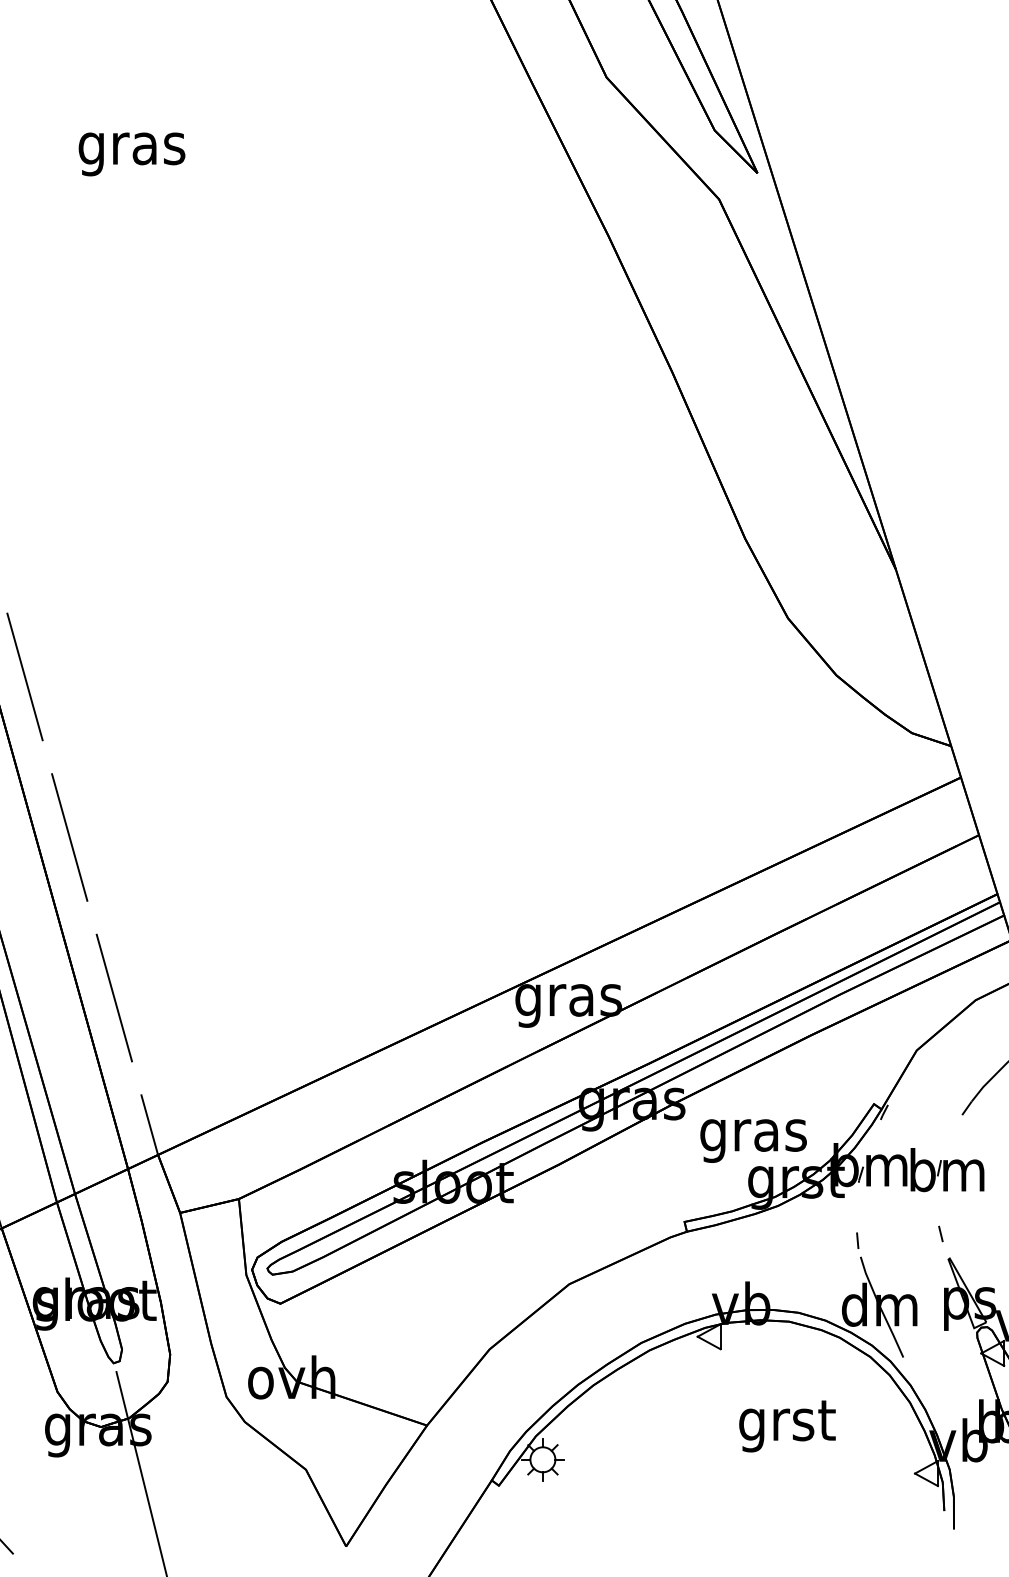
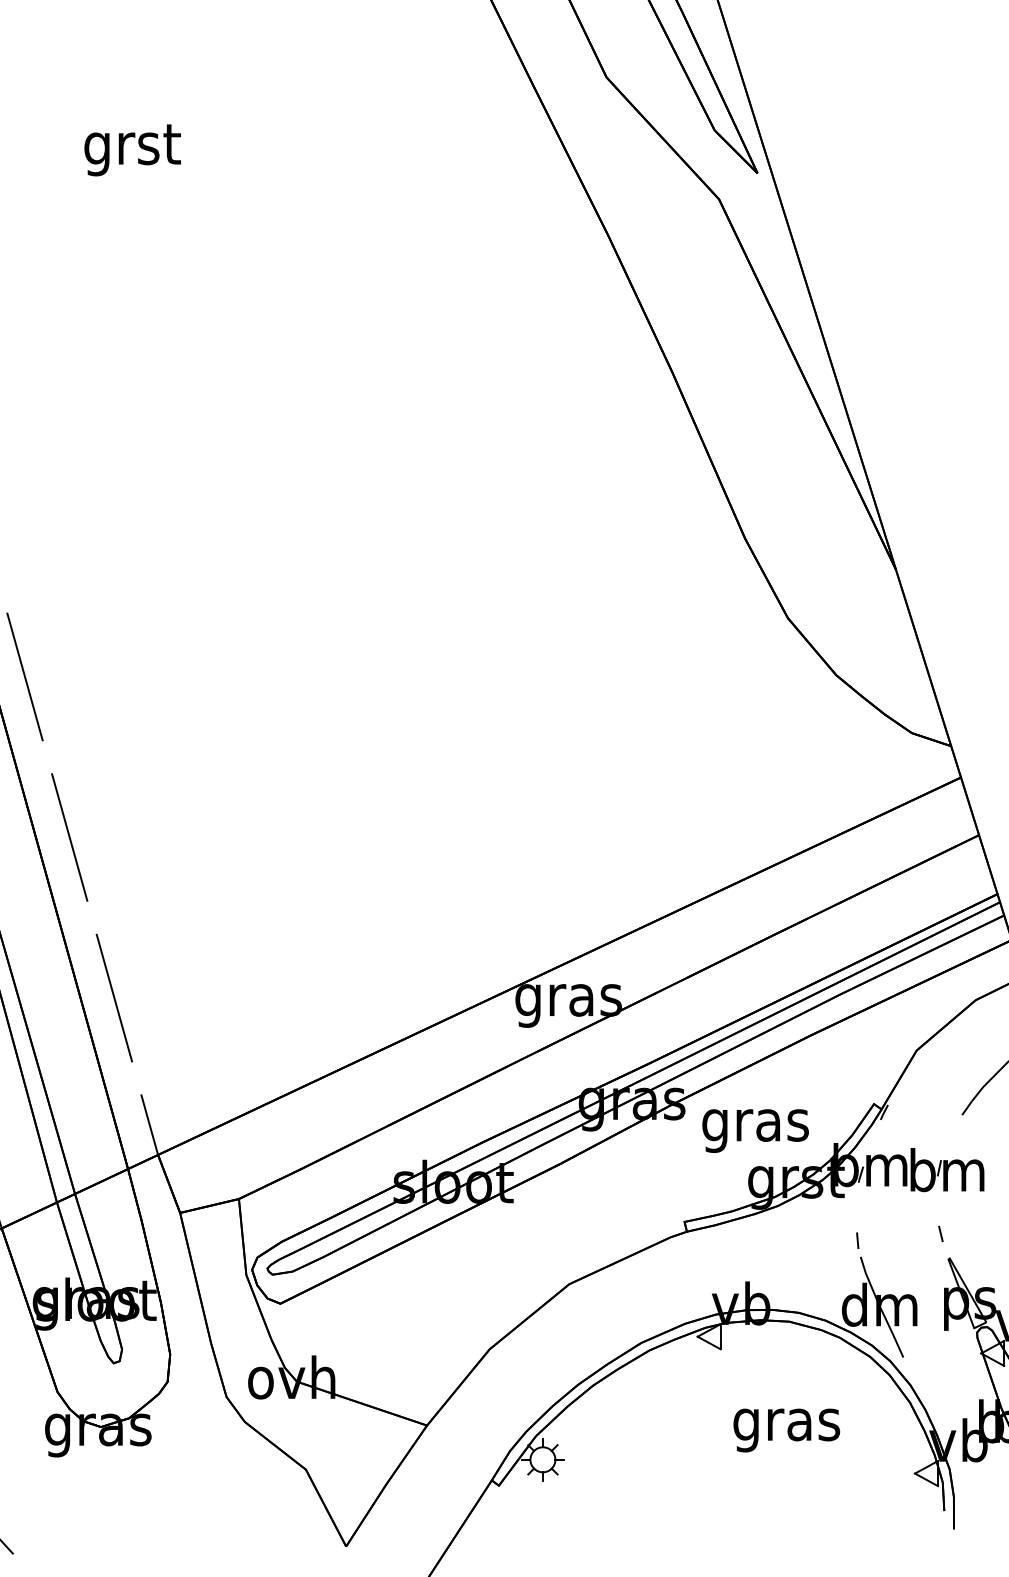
text at (131, 150): gras -> grst
text at (753, 1140) position: (753, 1140) -> (755, 1130)
text at (786, 1426): grst -> gras
line at (141, 1472): present -> none
